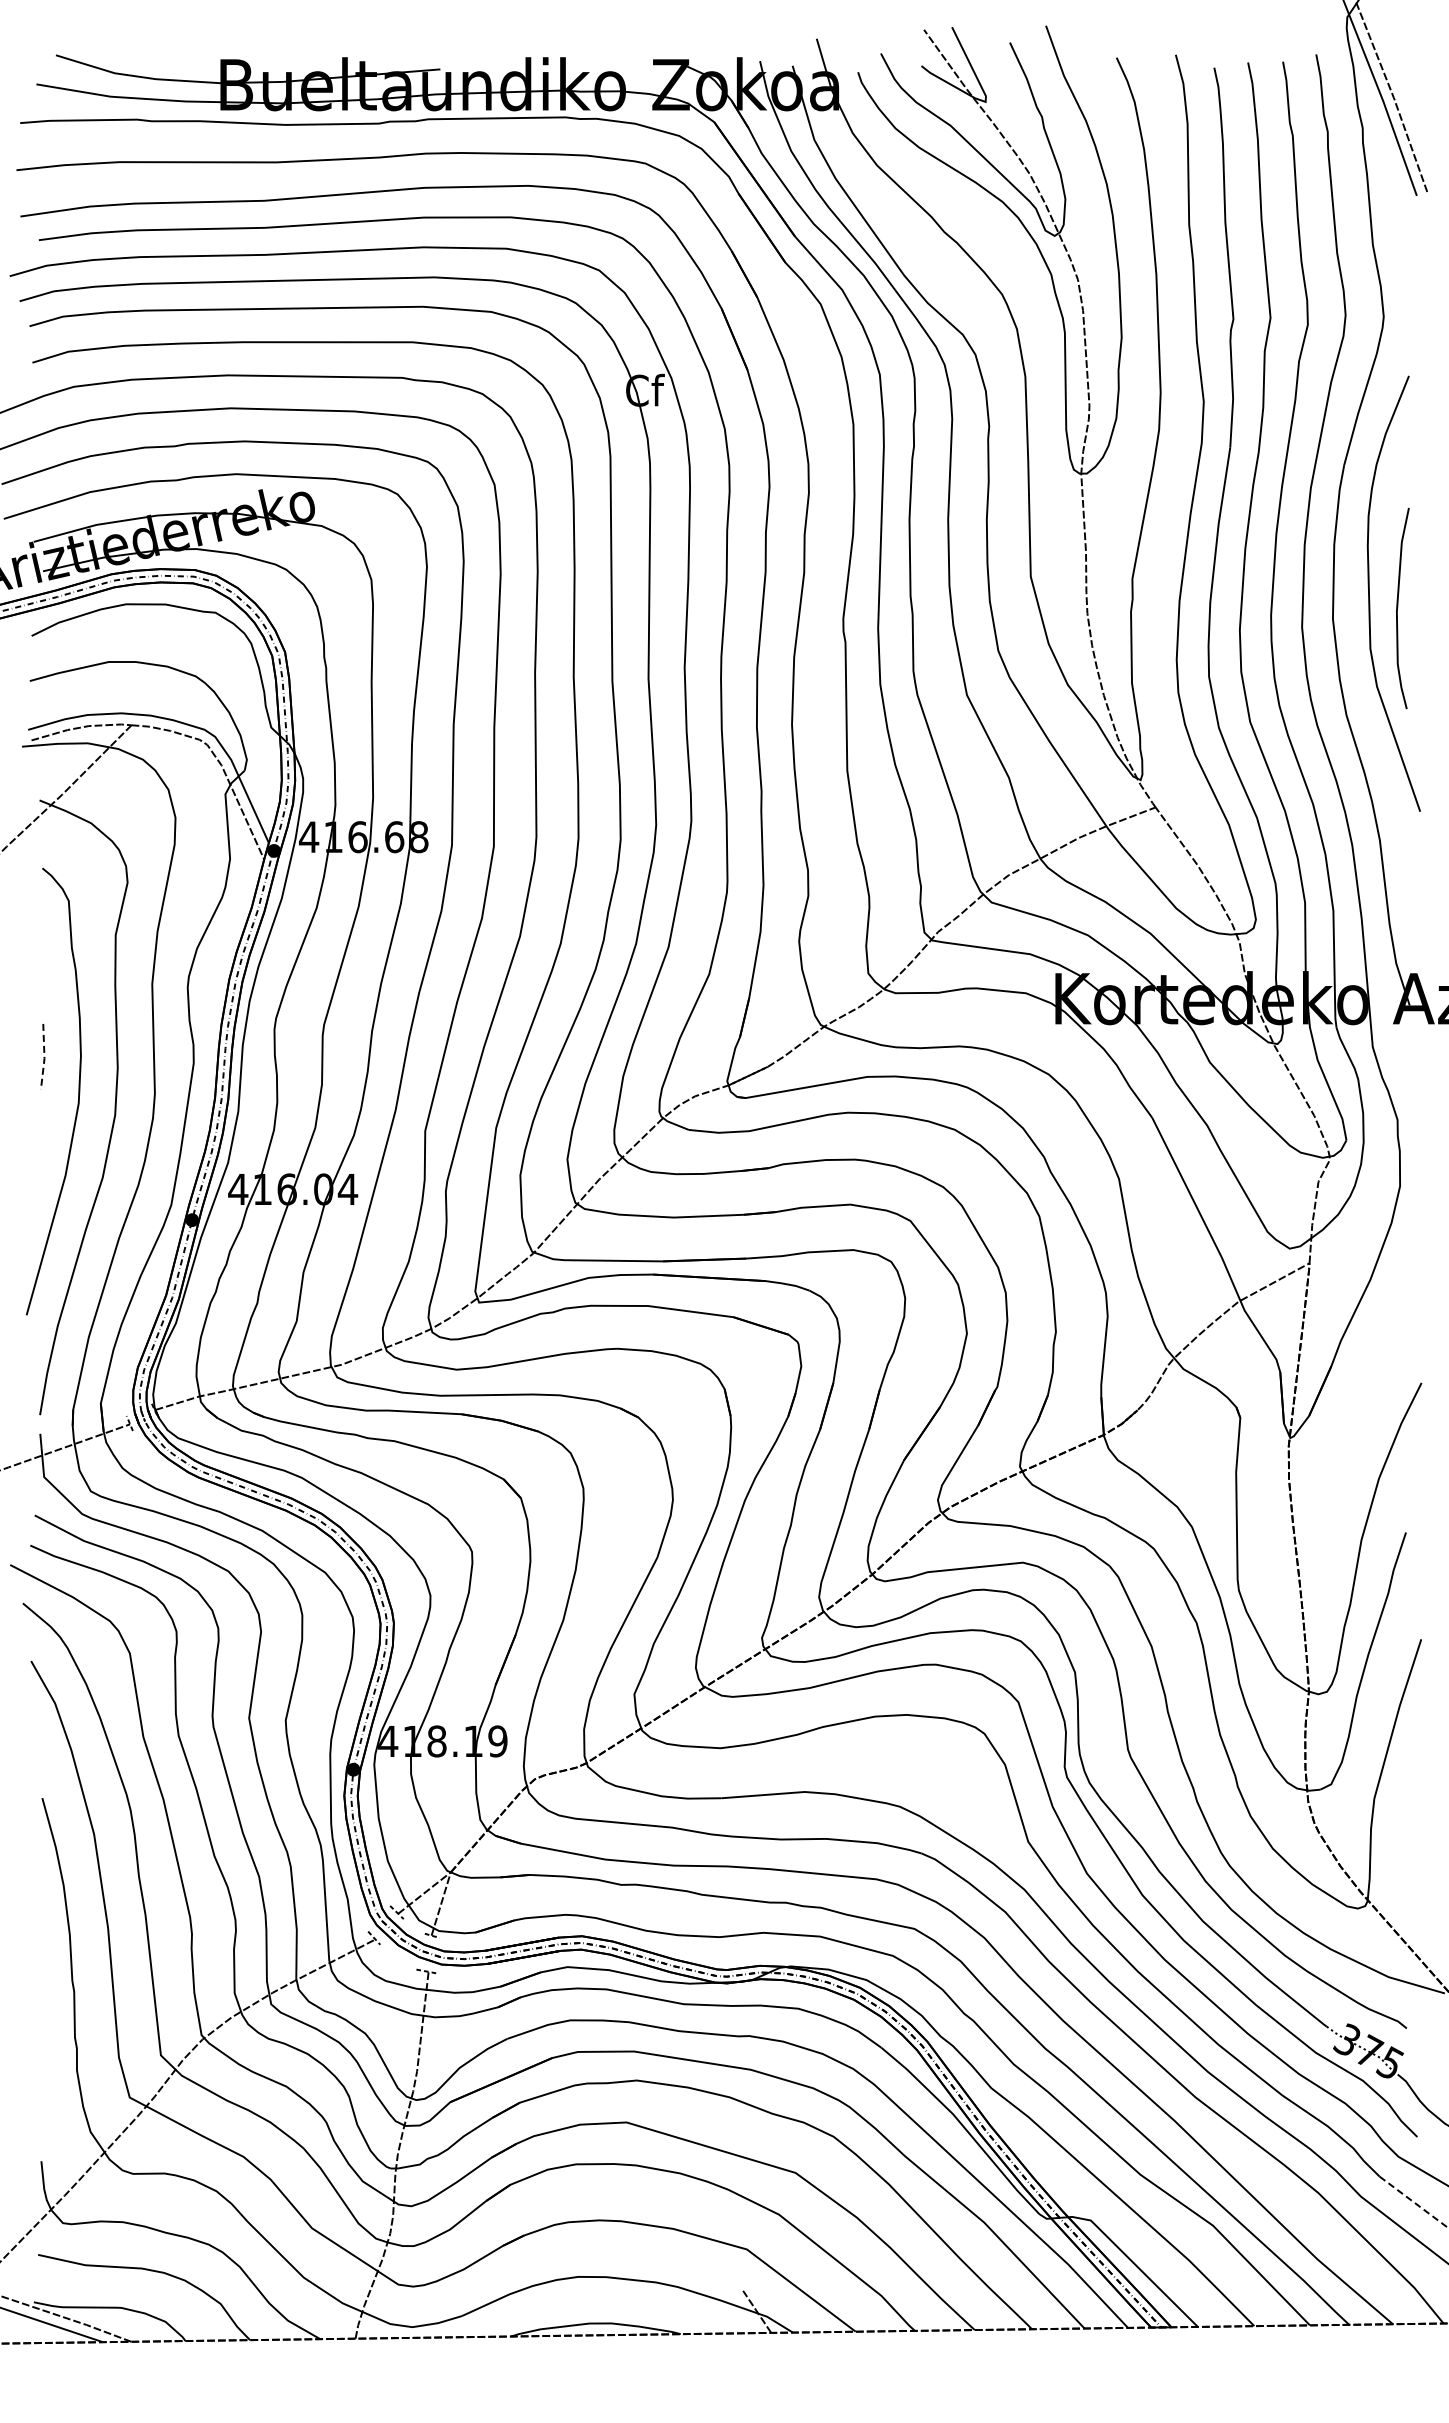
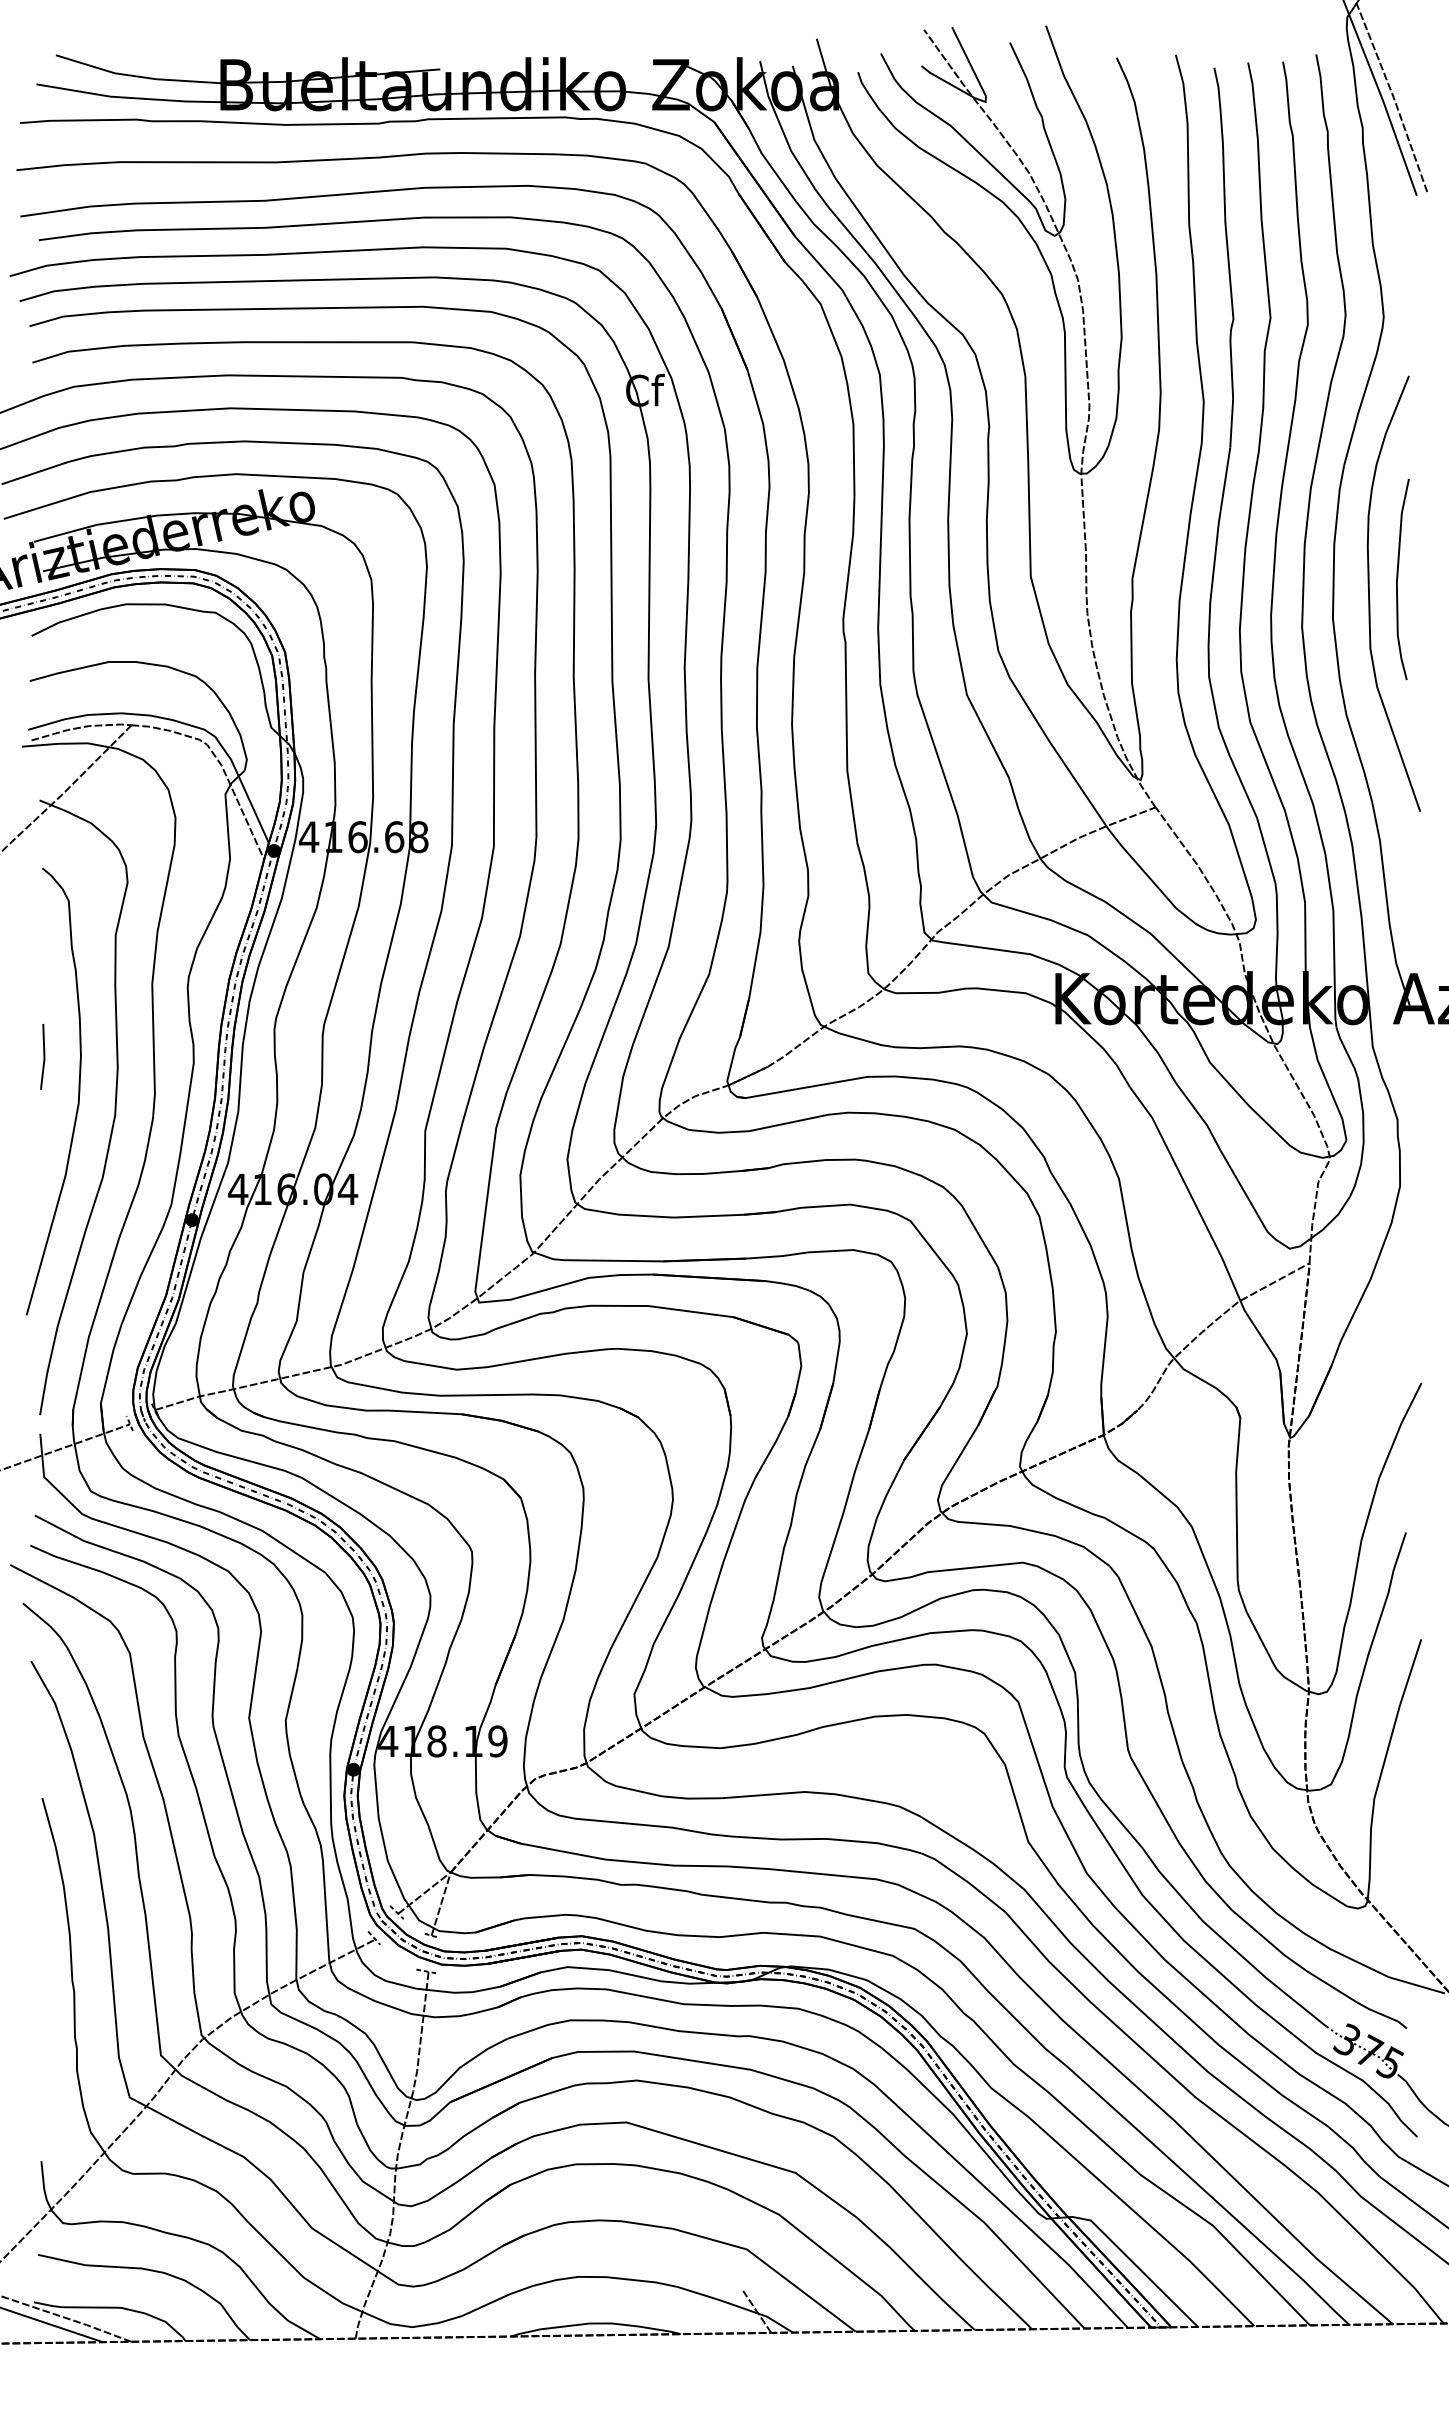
curve at (1398, 607) position: (1398, 607) -> (1398, 578)
line at (44, 1057): dashed -> solid
line at (1414, 2202): dashed -> solid
